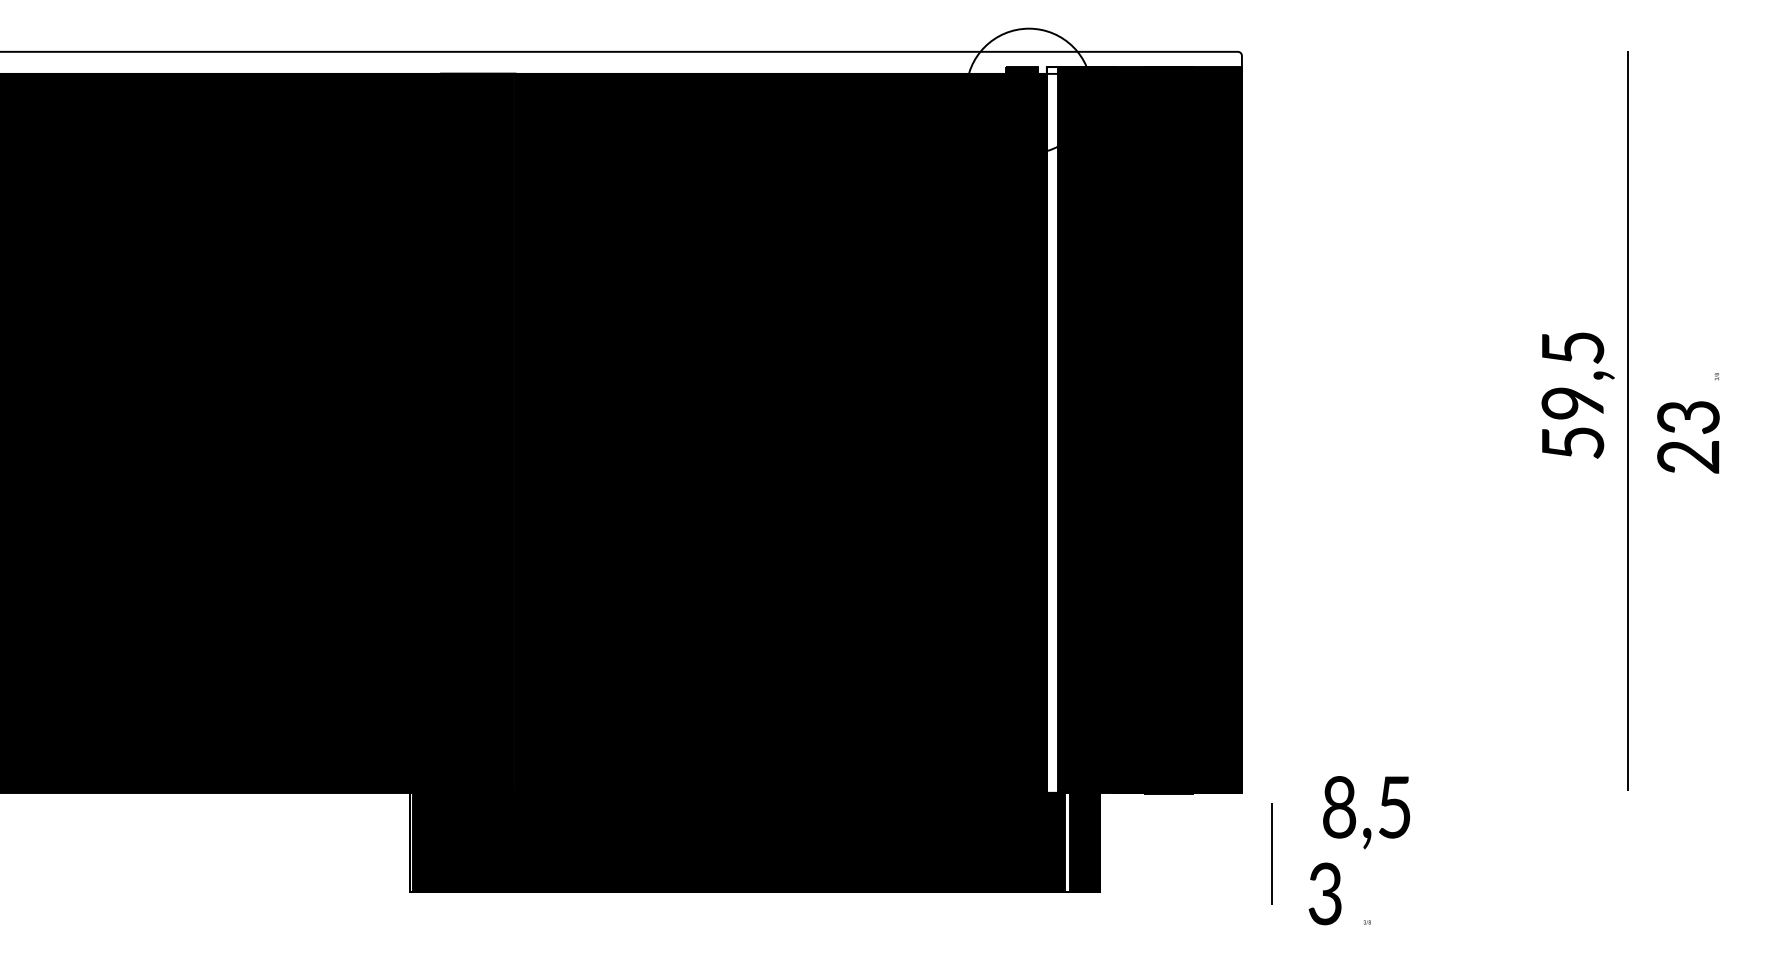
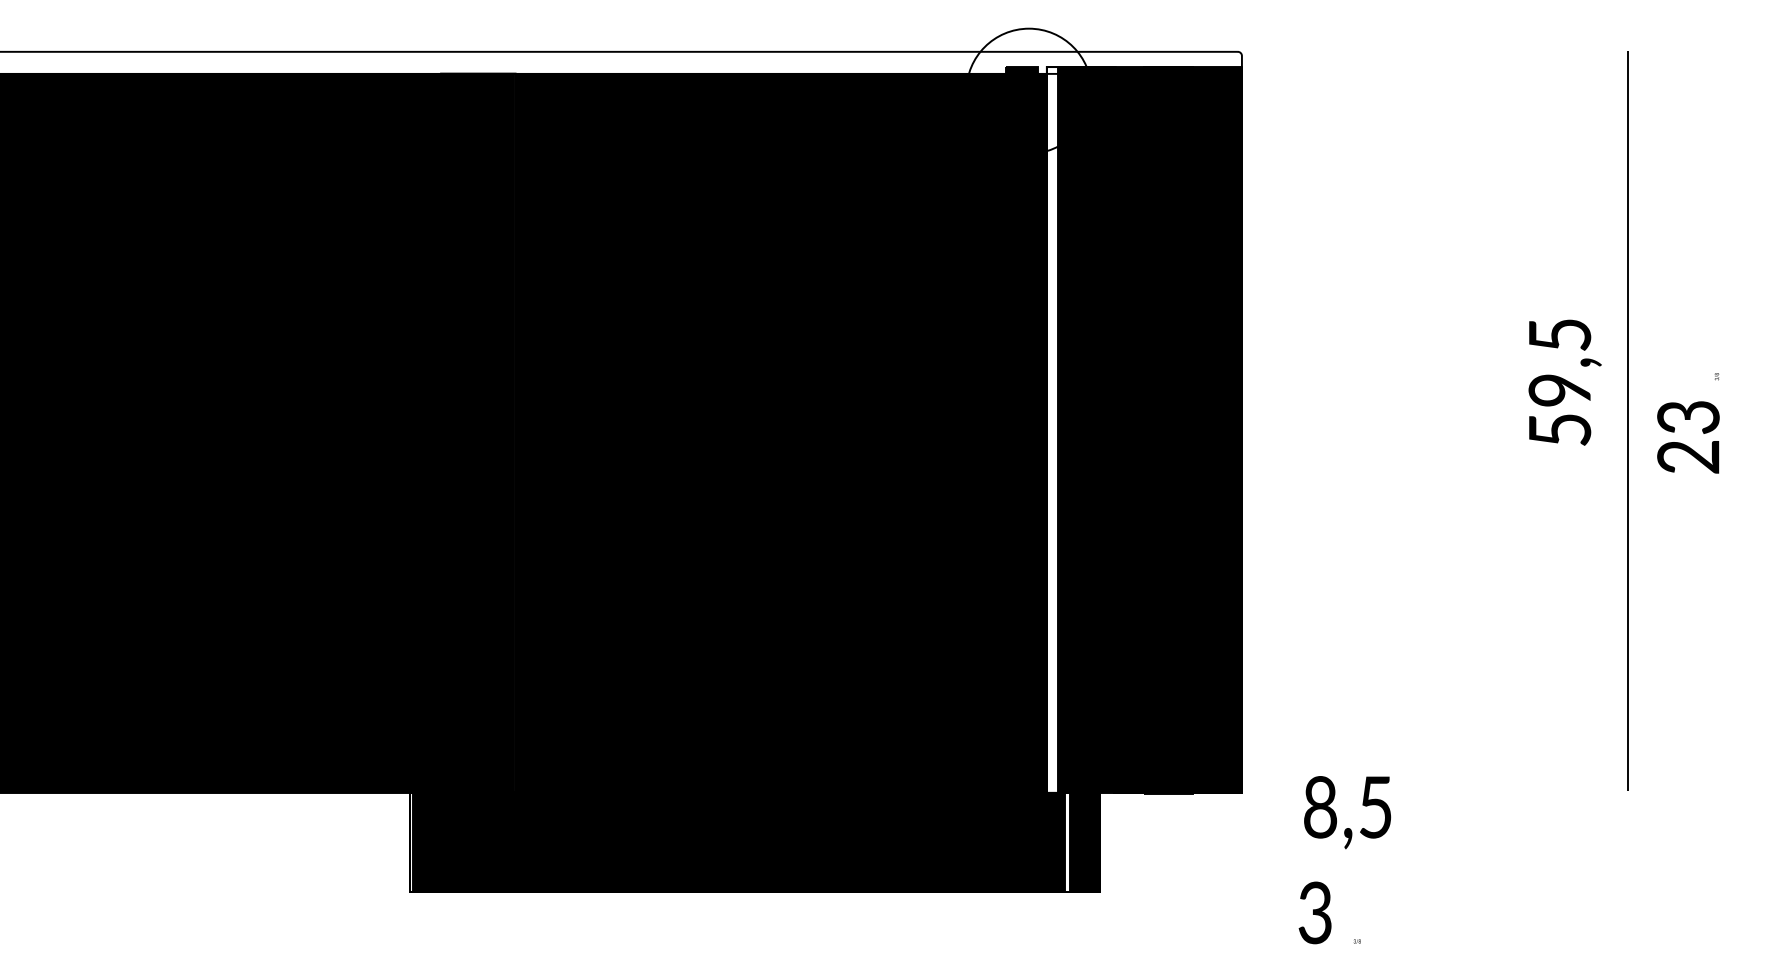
text at (1577, 395) position: (1577, 395) -> (1564, 382)
text at (1366, 812) position: (1366, 812) -> (1347, 812)
line at (1271, 853): present -> none
text at (1339, 893) position: (1339, 893) -> (1329, 912)
